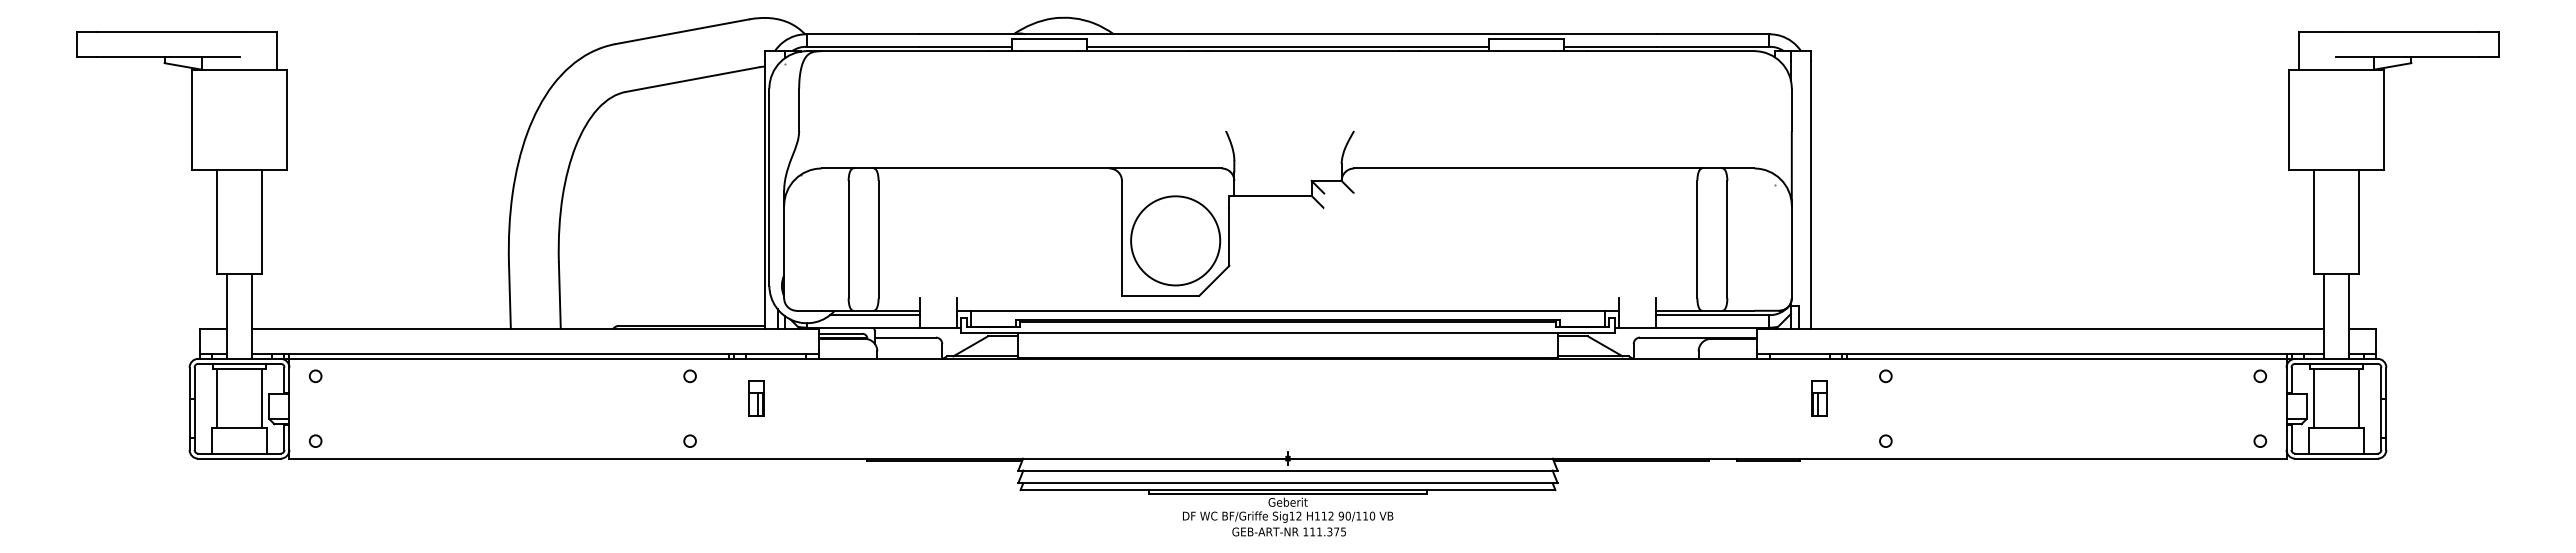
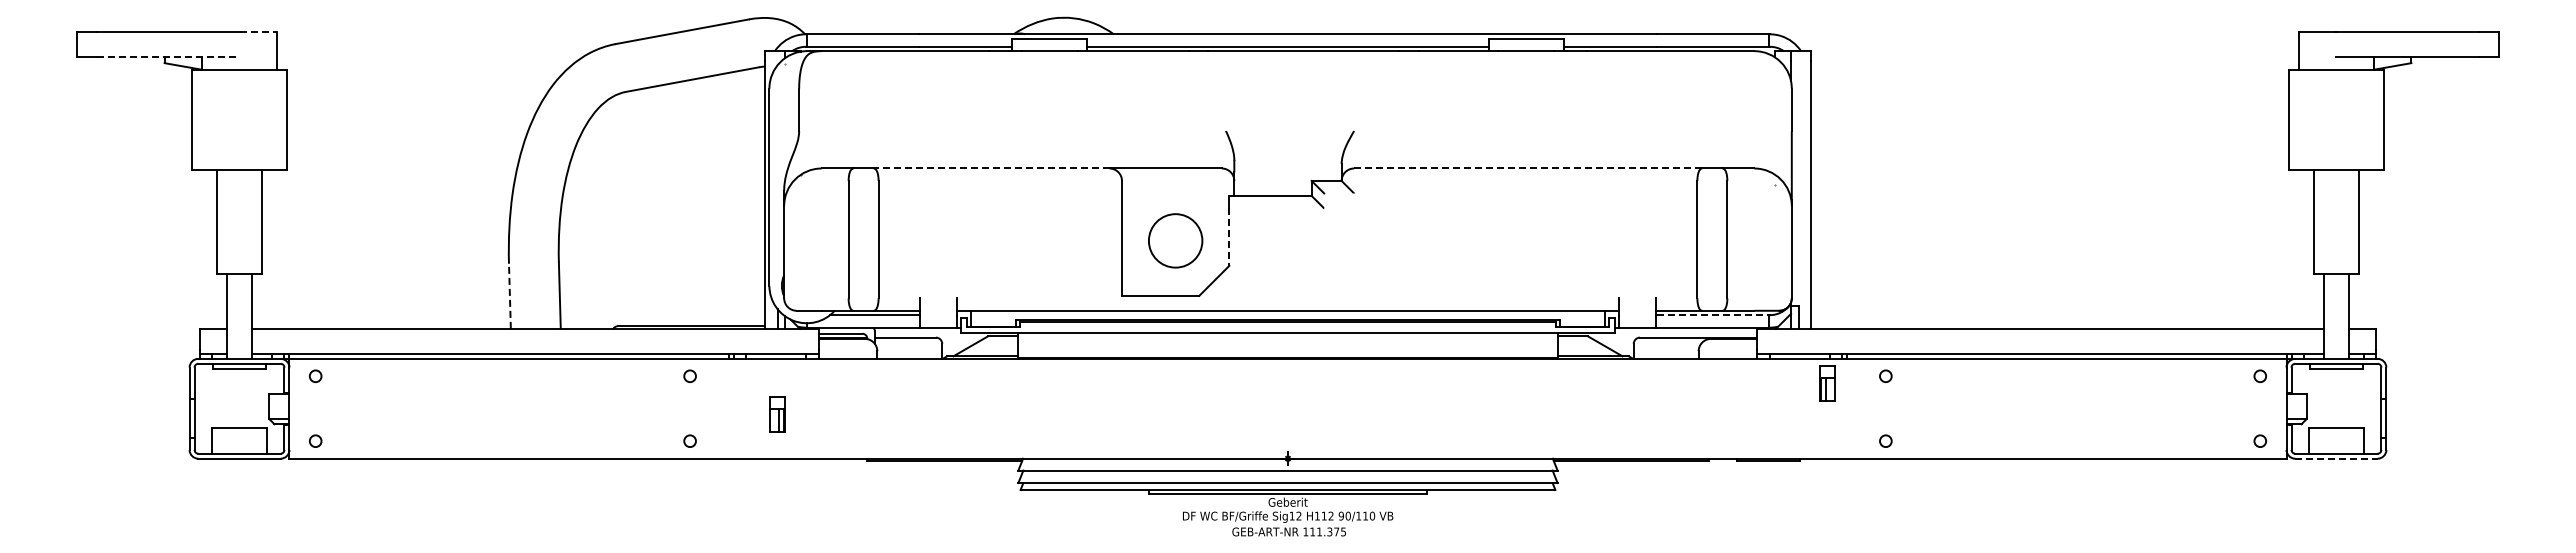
line at (258, 32): solid -> dashed
line at (168, 57): solid -> dashed
line at (991, 168): solid -> dashed
line at (1527, 168): solid -> dashed
line at (1229, 237): solid -> dashed
circle at (1175, 240) diameter: 89 px -> 53 px
line at (509, 296): solid -> dashed
line at (1713, 315): solid -> dashed
line at (217, 397): present -> none
line at (261, 397): present -> none
line at (2314, 397): present -> none
line at (2358, 397): present -> none
part at (756, 398) position: (756, 398) -> (777, 414)
part at (1819, 398) position: (1819, 398) -> (1827, 383)
line at (2336, 458): solid -> dashed
